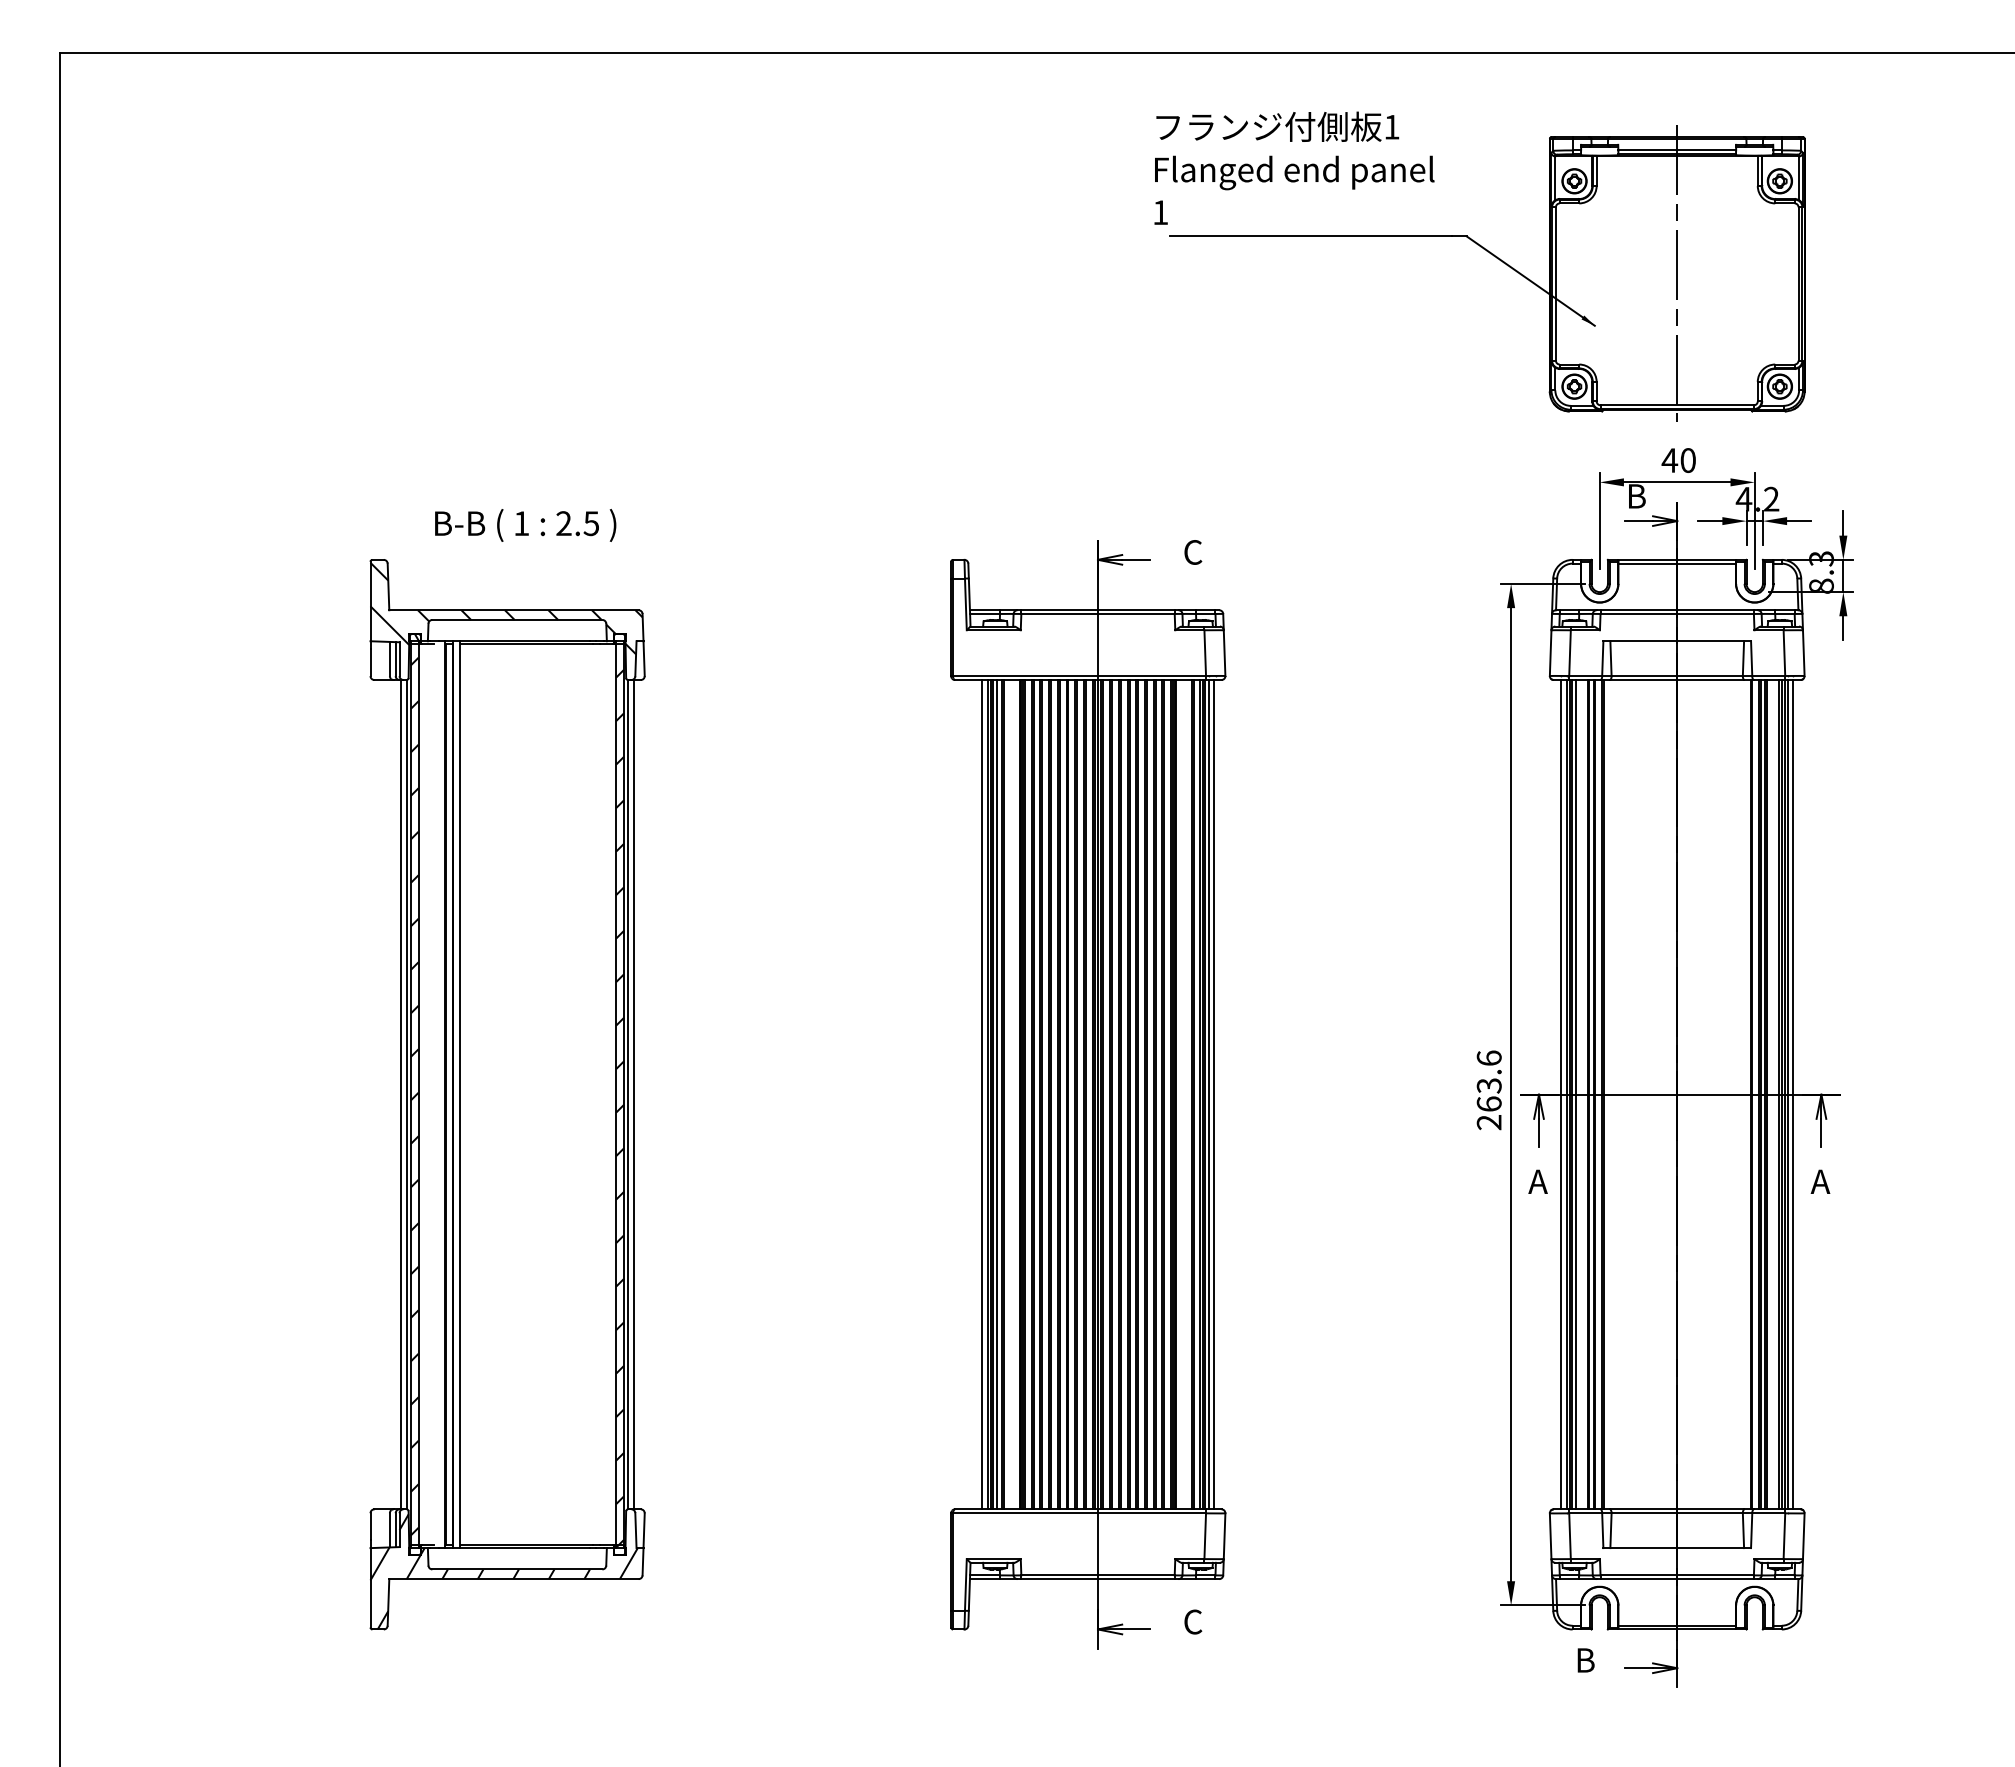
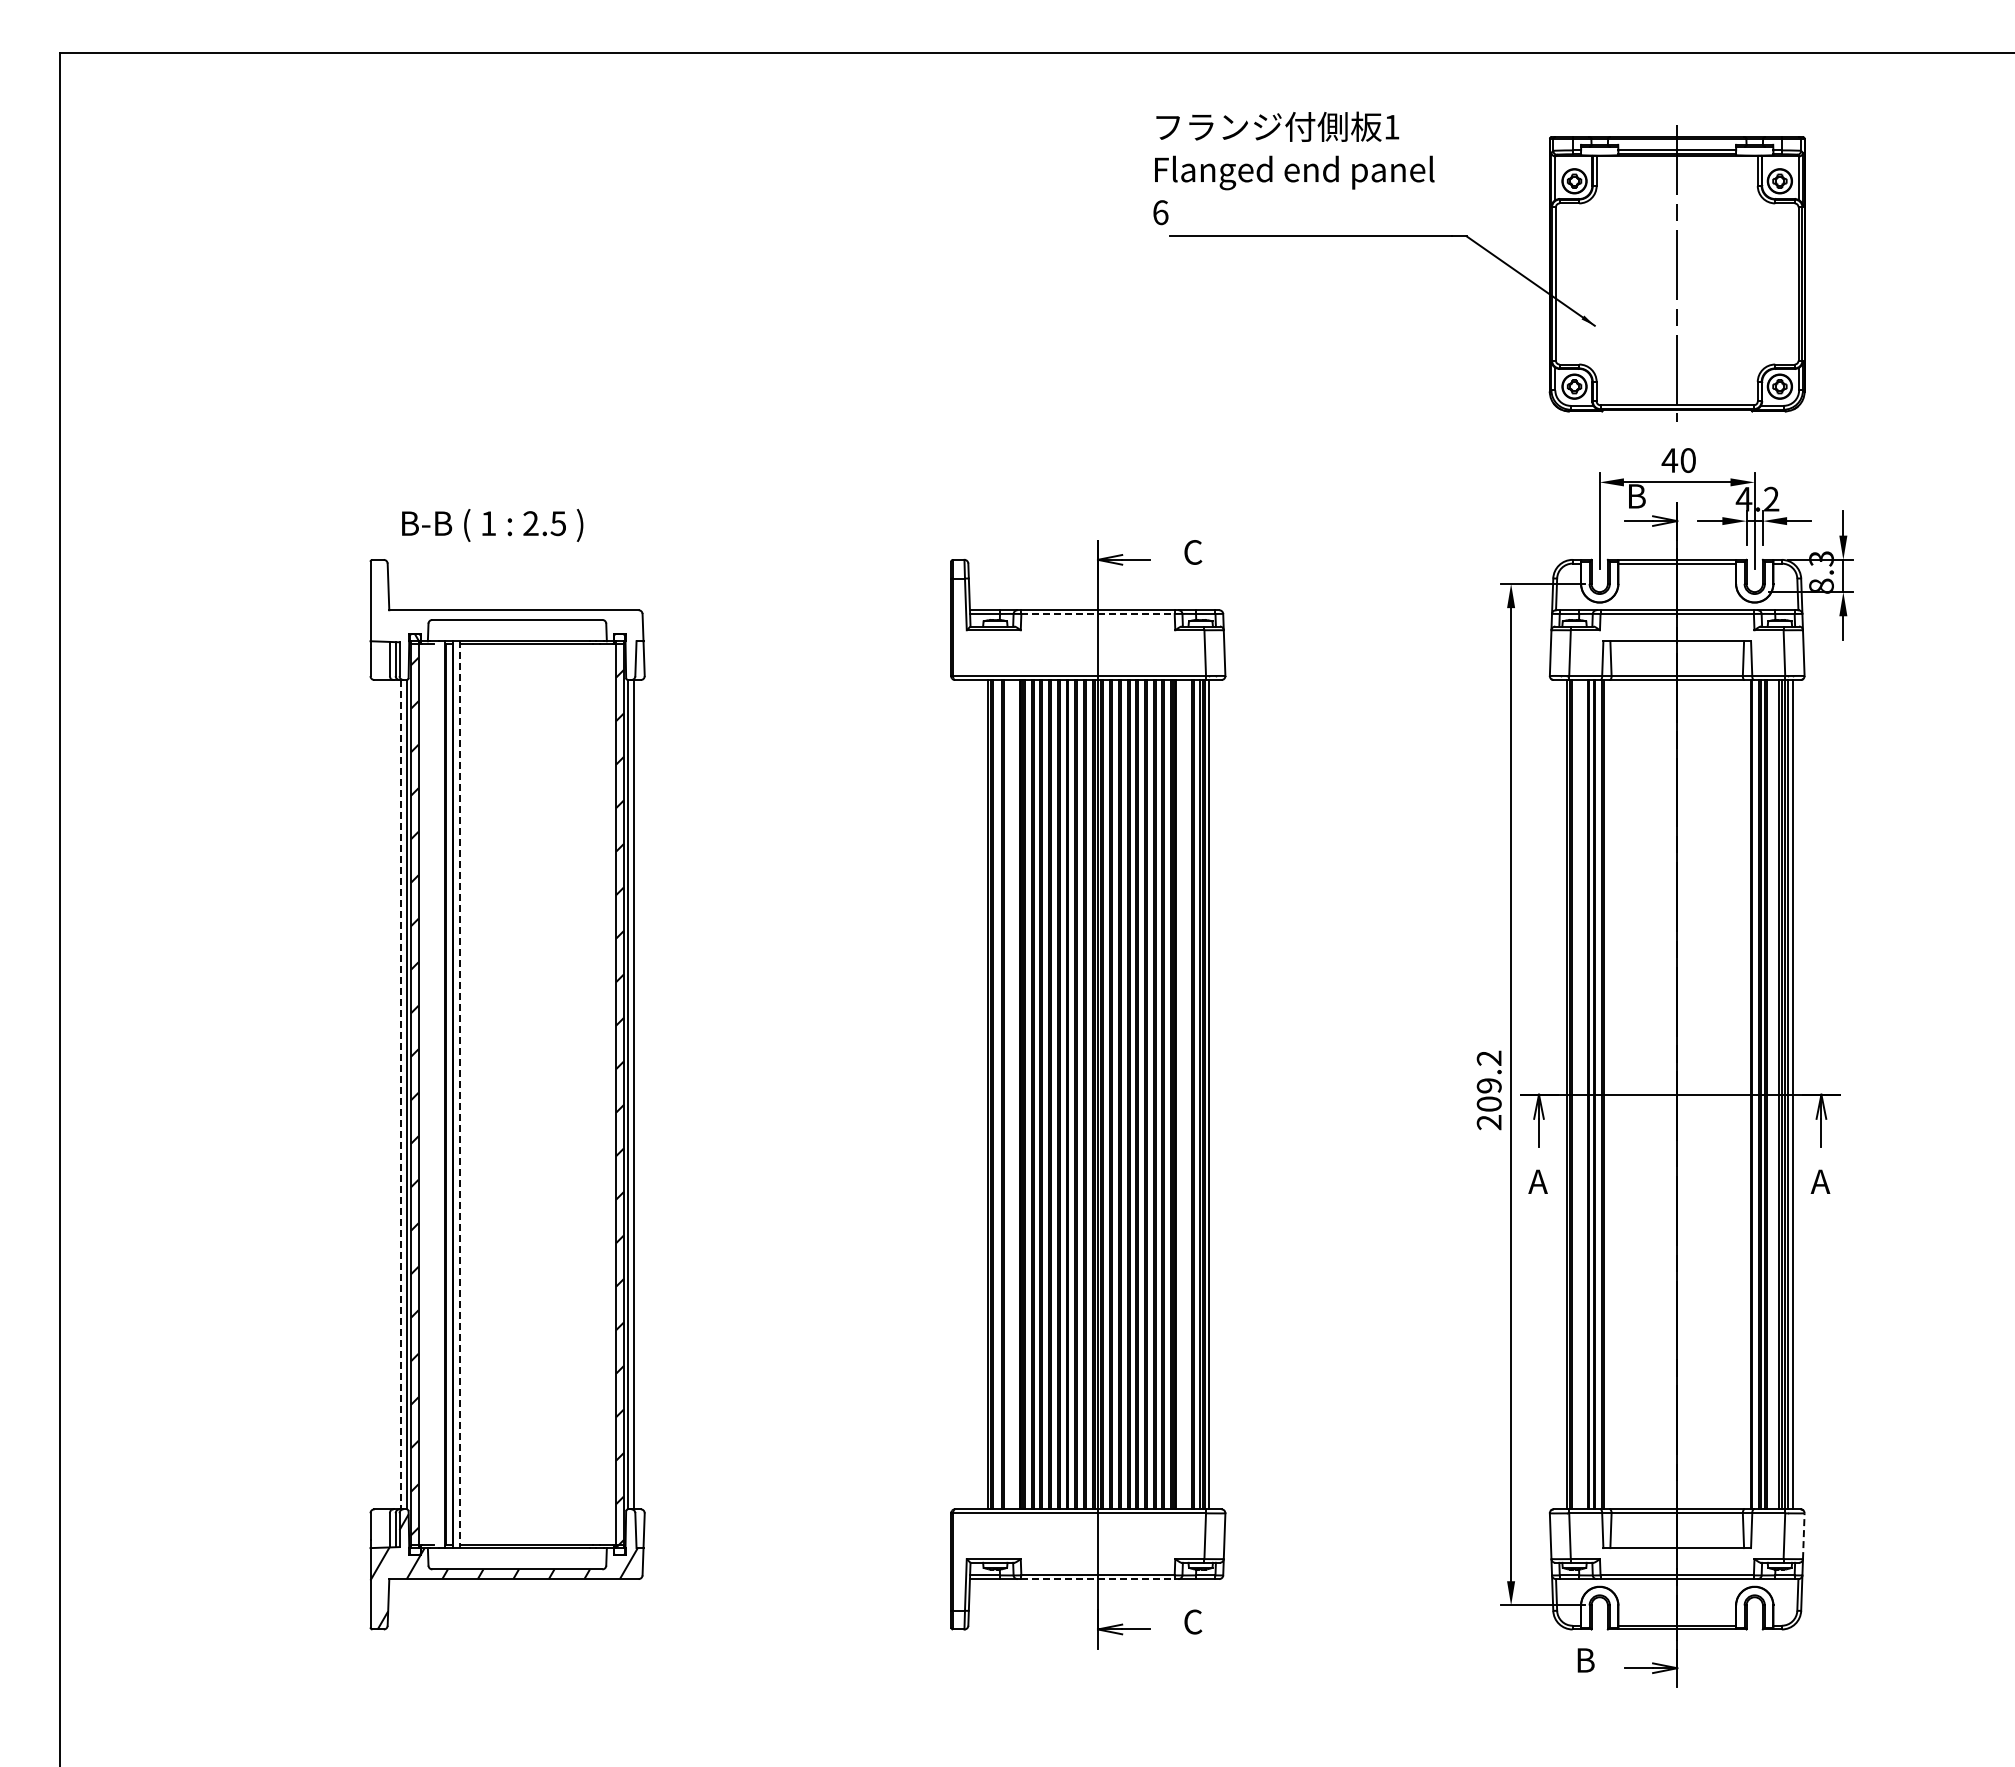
text at (1160, 212): 1 -> 6
text at (525, 525) position: (525, 525) -> (492, 525)
hatch at (506, 608): present -> none
line at (1098, 614): solid -> dashed
text at (1488, 1080): 263.6 -> 209.2
line at (401, 1094): solid -> dashed
line at (981, 1094): present -> none
line at (996, 1094): present -> none
line at (1214, 1094): present -> none
line at (1560, 1094): present -> none
line at (1575, 1094): present -> none
line at (460, 1095): solid -> dashed
line at (1803, 1536): solid -> dashed
line at (1098, 1579): solid -> dashed
